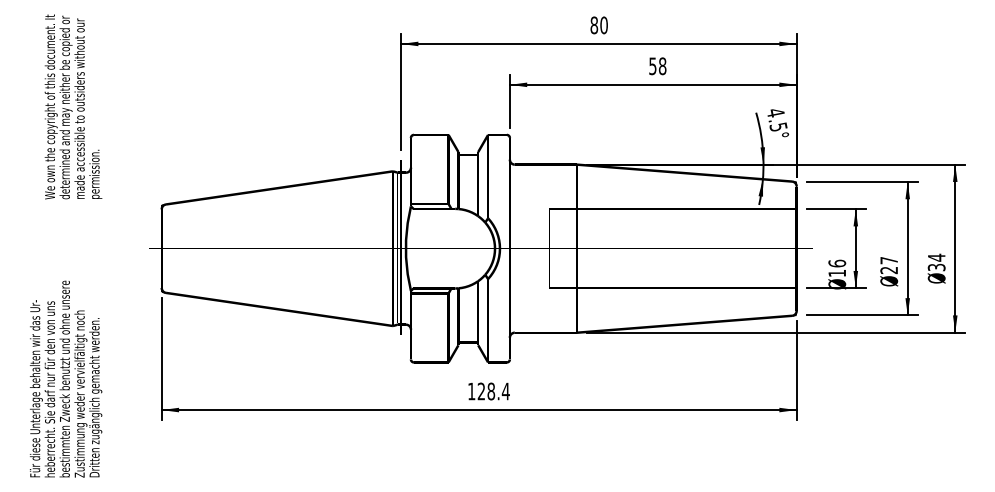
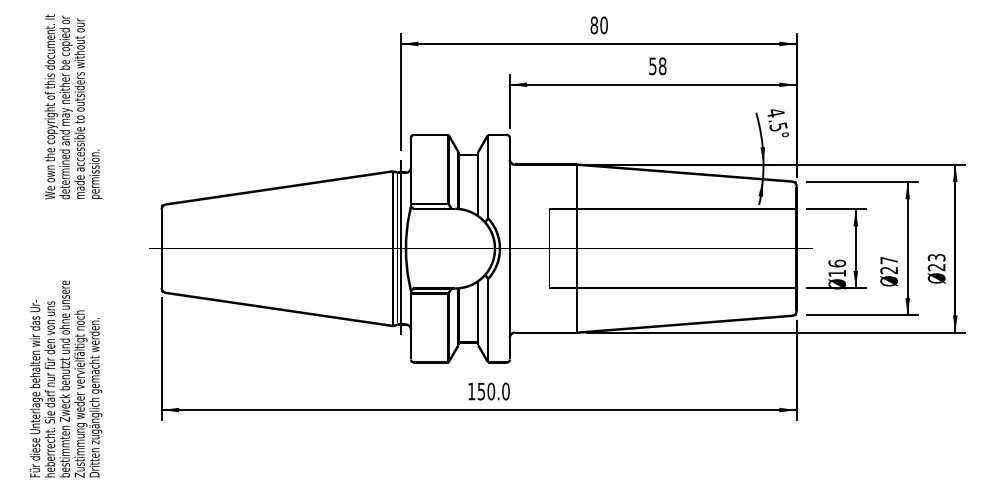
text at (936, 262): 34 -> 23
text at (493, 391): 128.4 -> 150.0
